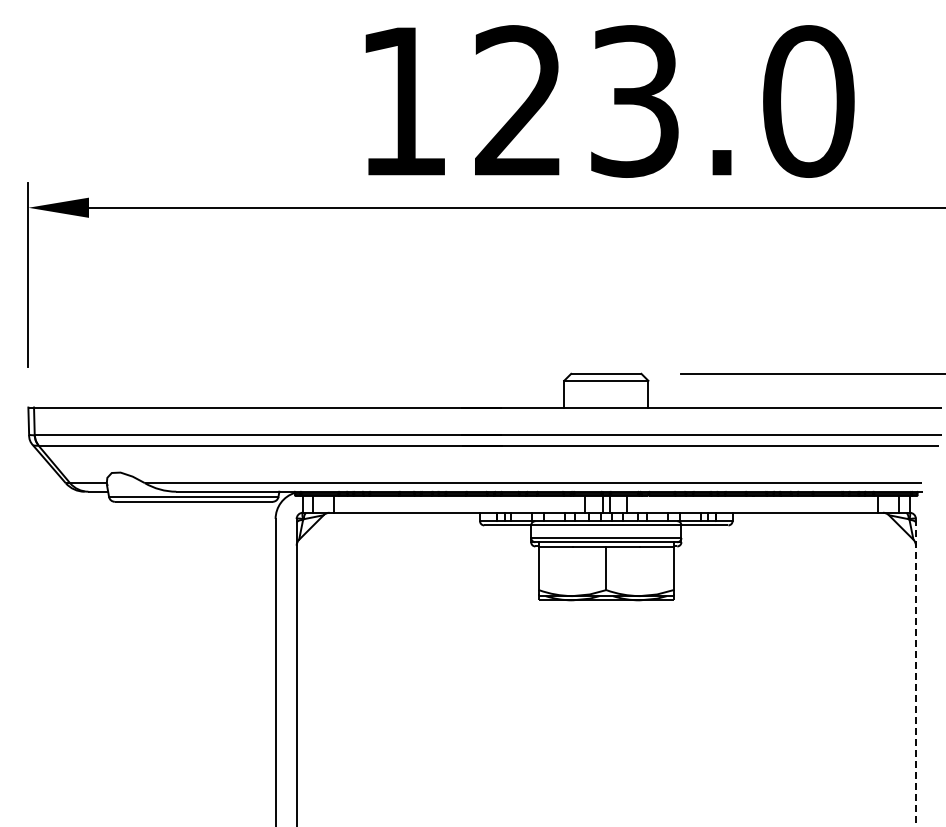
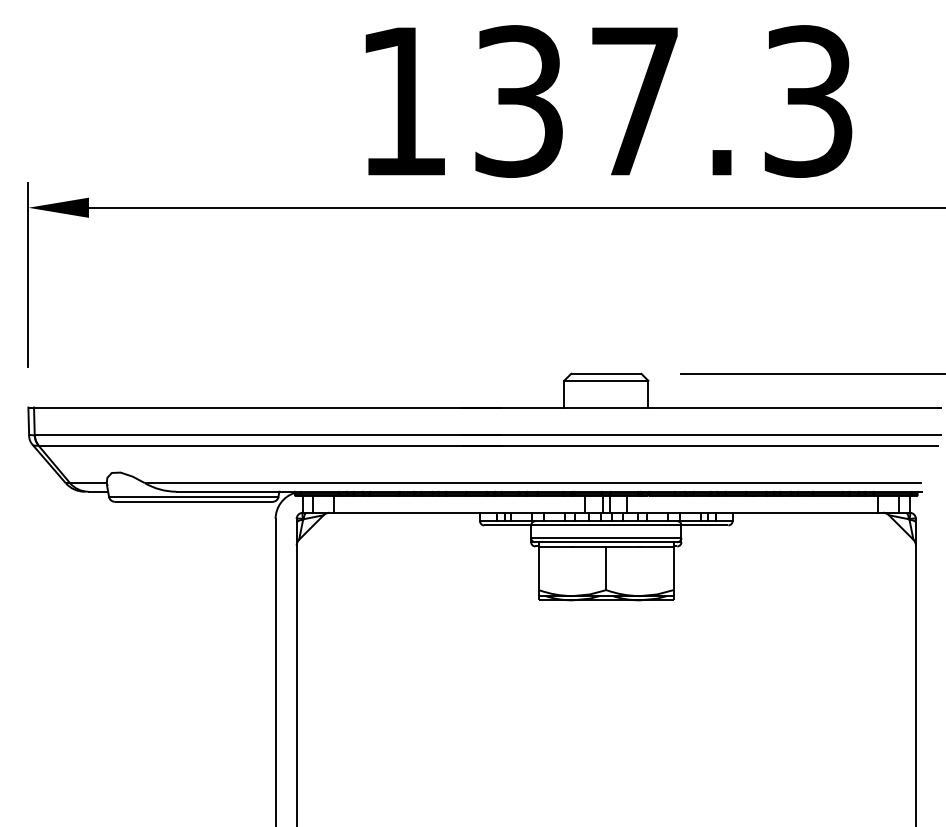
text at (664, 101): 123.0 -> 137.3
line at (915, 672): dashed -> solid
